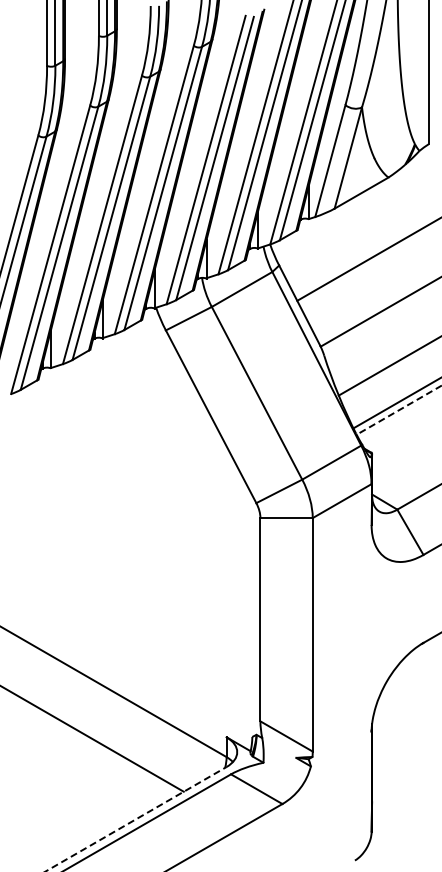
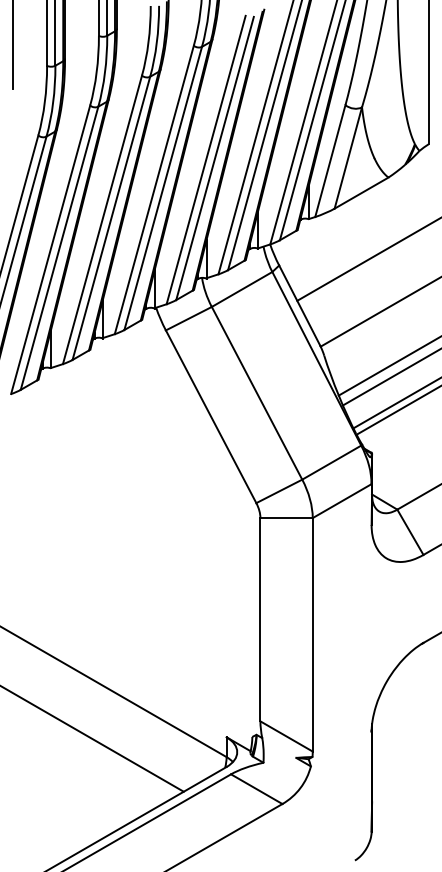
line at (13, 45): none -> present
line at (390, 377): none -> present
line at (399, 410): dashed -> solid
line at (135, 819): dashed -> solid
